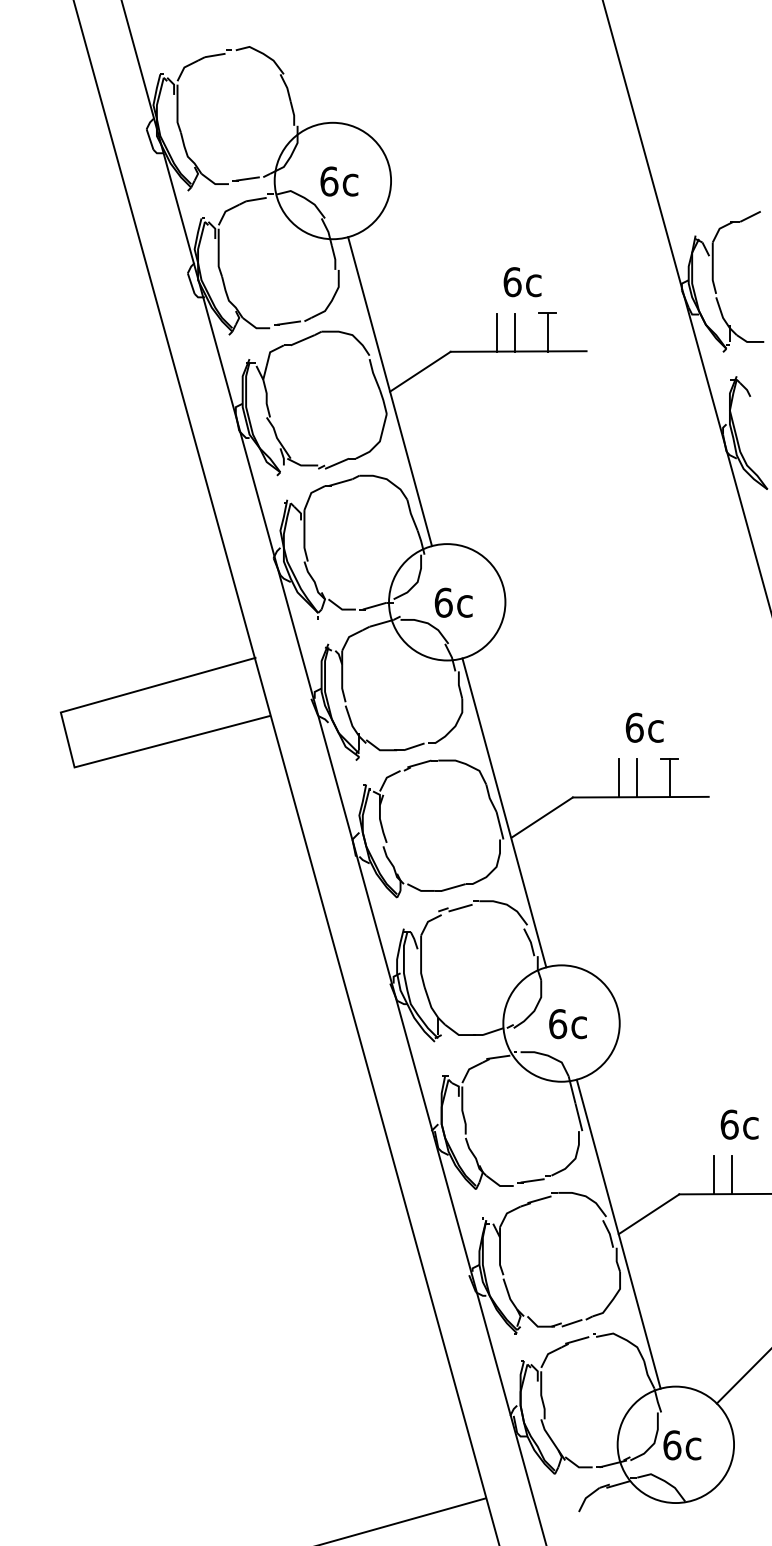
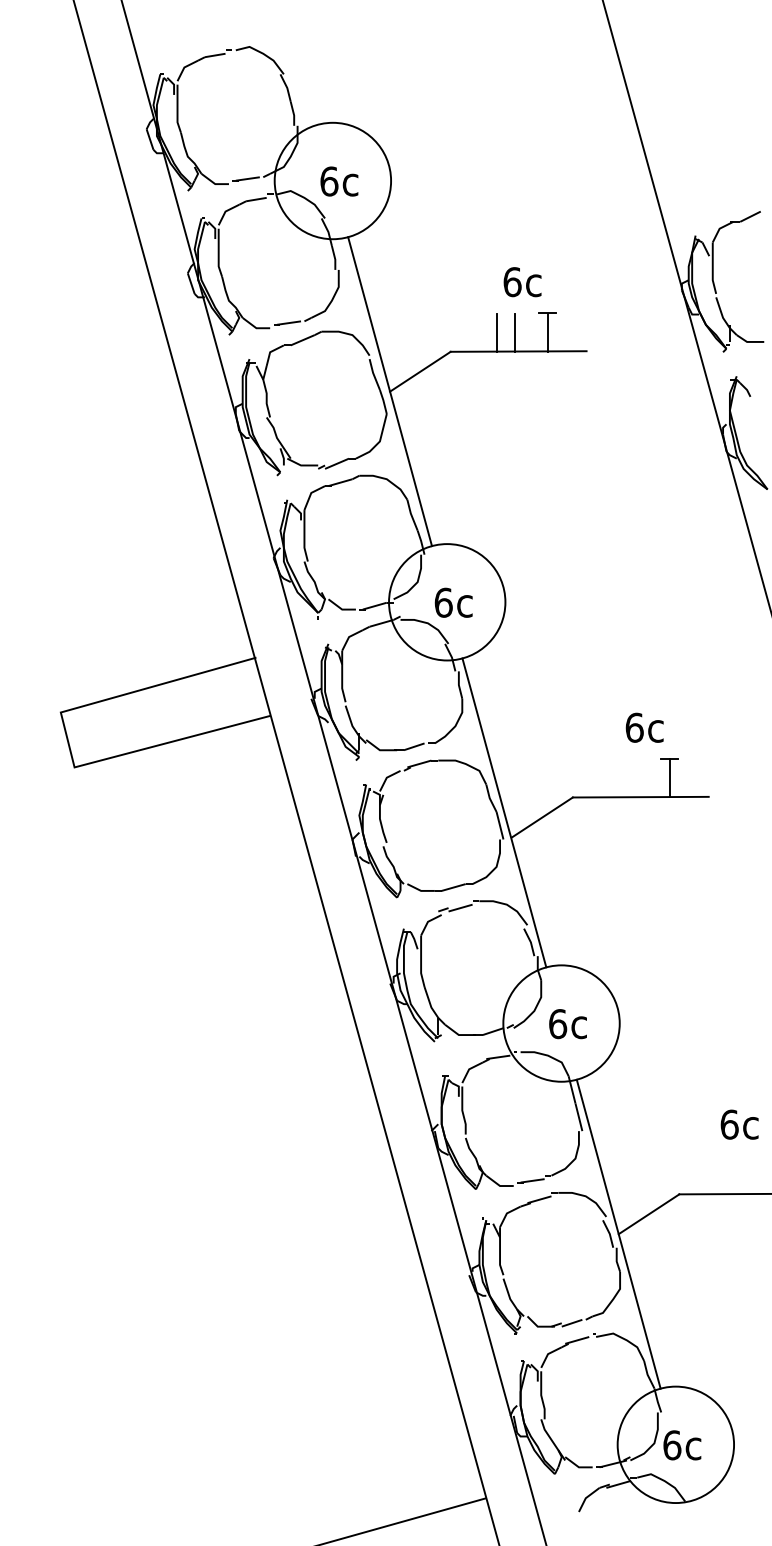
line at (618, 778): present -> none
line at (637, 778): present -> none
line at (713, 1175): present -> none
line at (732, 1175): present -> none
line at (742, 1377): present -> none
